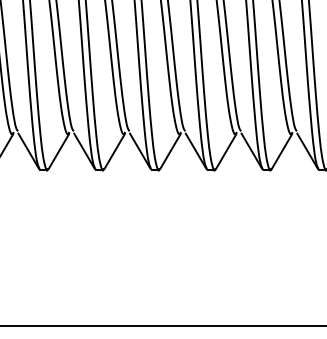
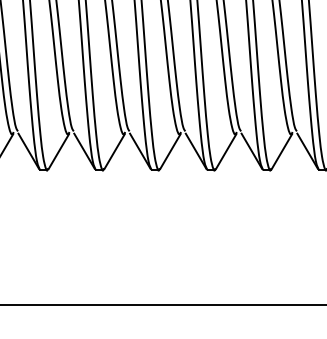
line at (162, 325) position: (162, 325) -> (162, 304)
